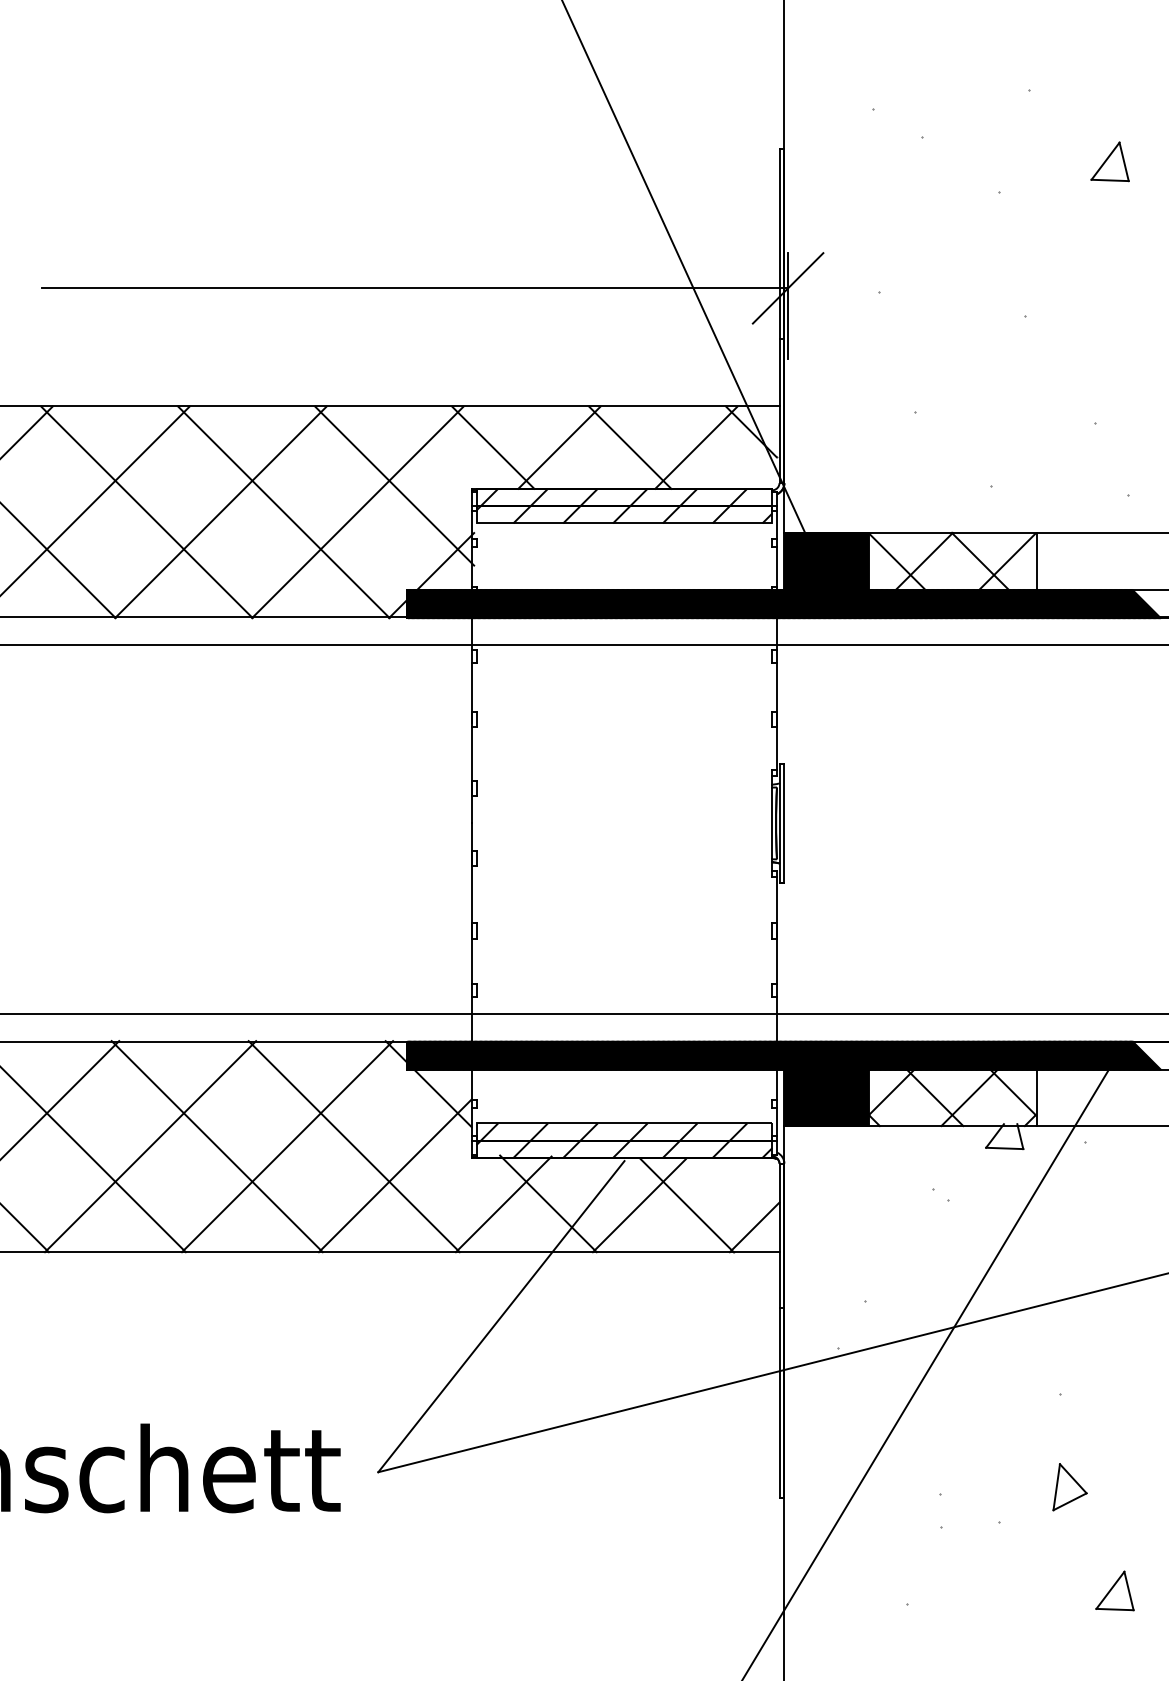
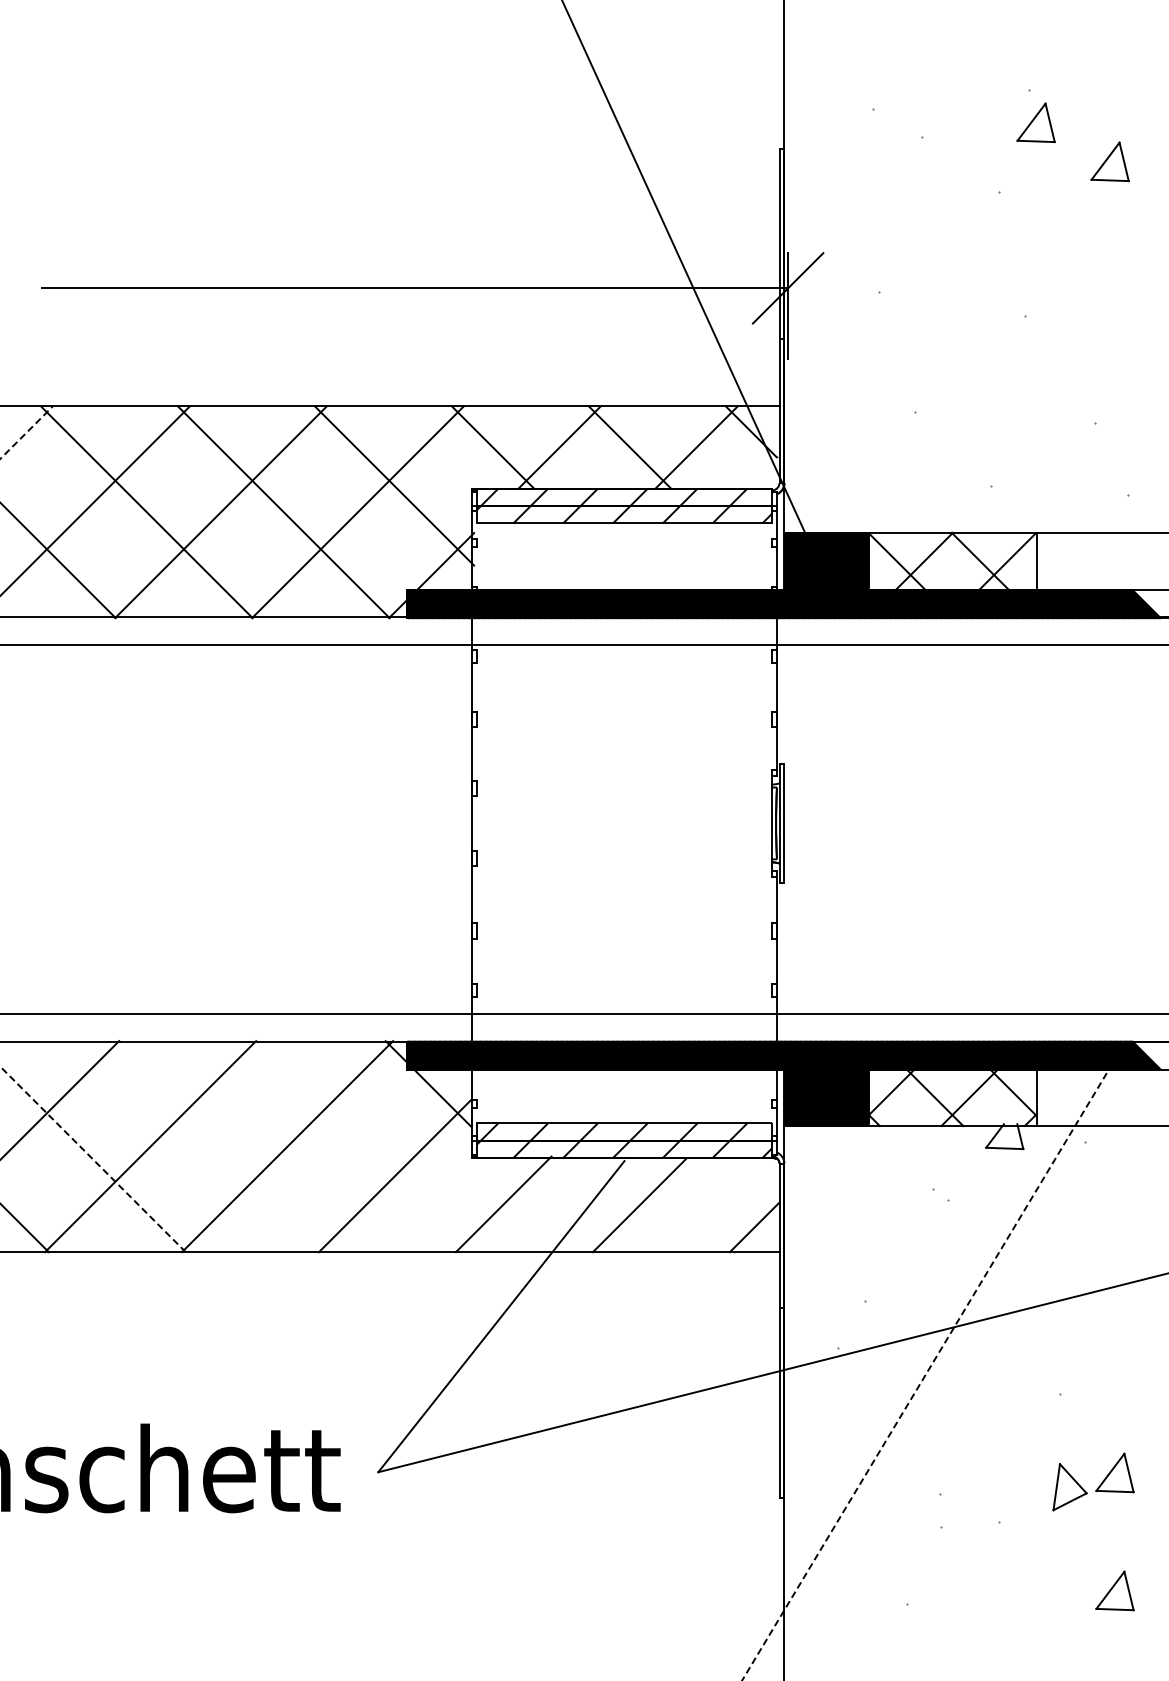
part at (1035, 122): none -> present
line at (26, 432): solid -> dashed
line at (216, 1146): present -> none
line at (353, 1146): present -> none
line at (92, 1158): solid -> dashed
line at (548, 1203): present -> none
line at (686, 1205): present -> none
line at (932, 1362): solid -> dashed
part at (1114, 1472): none -> present
